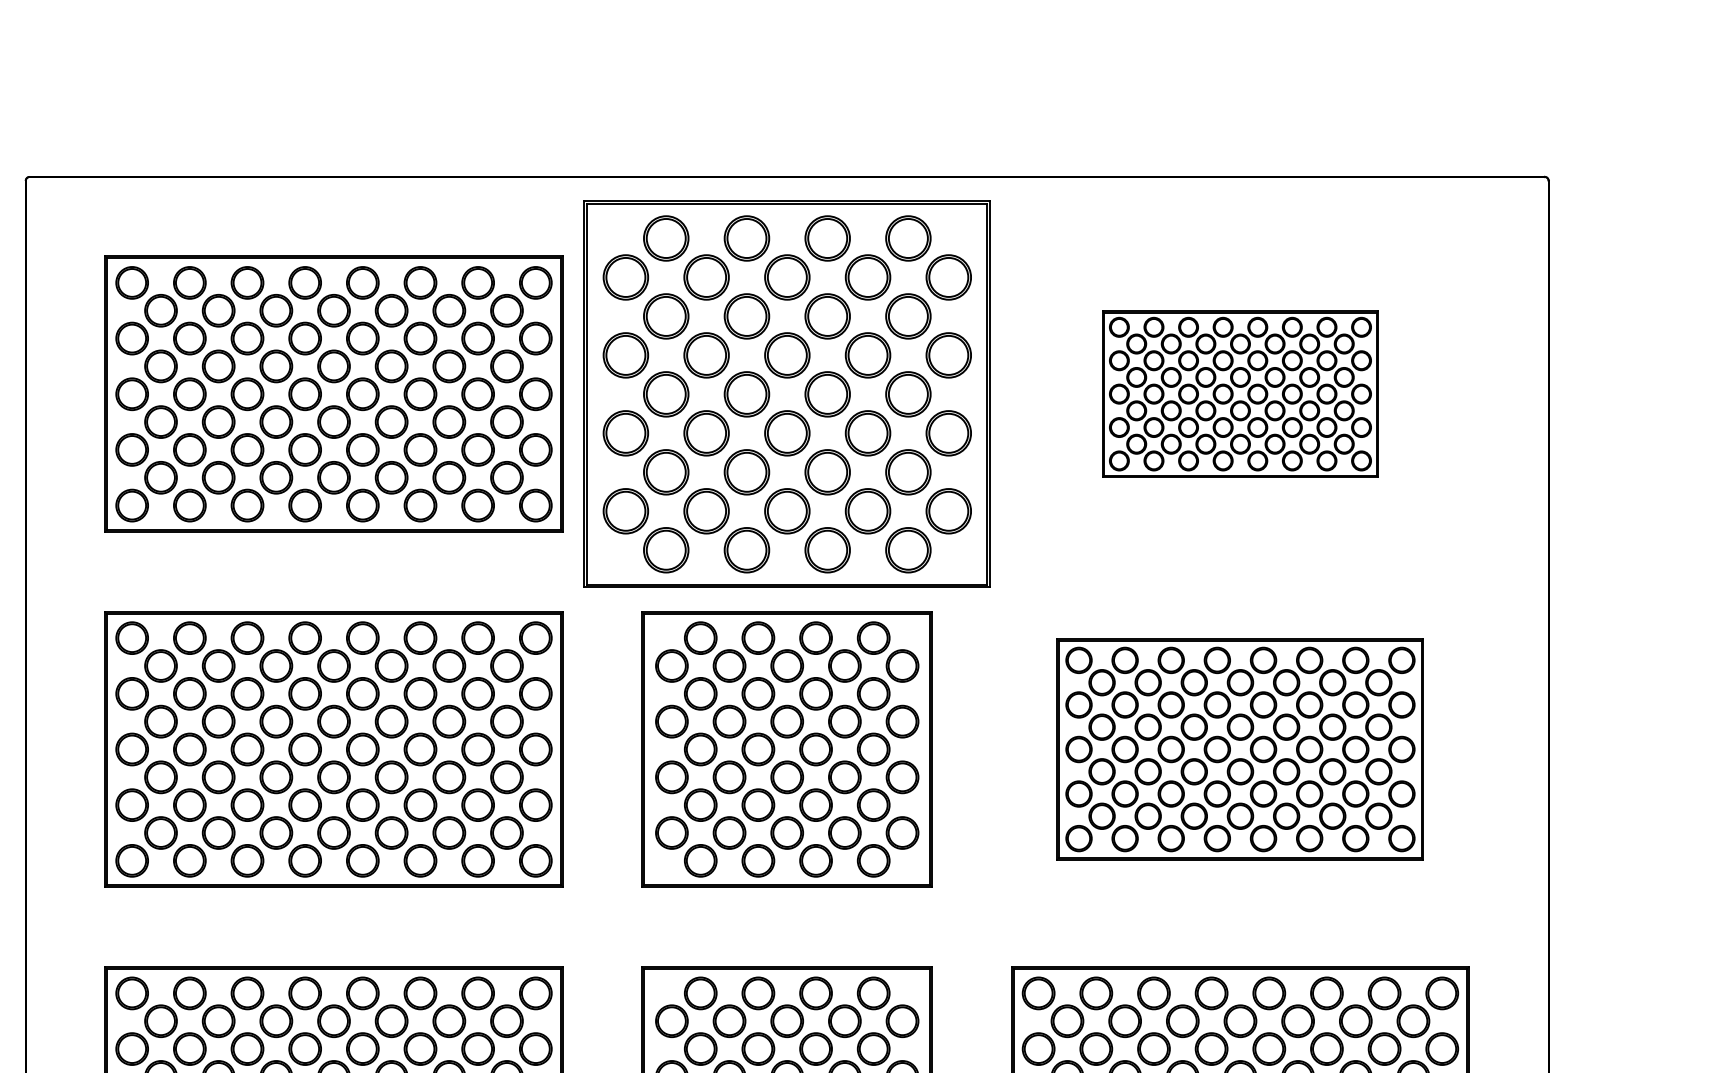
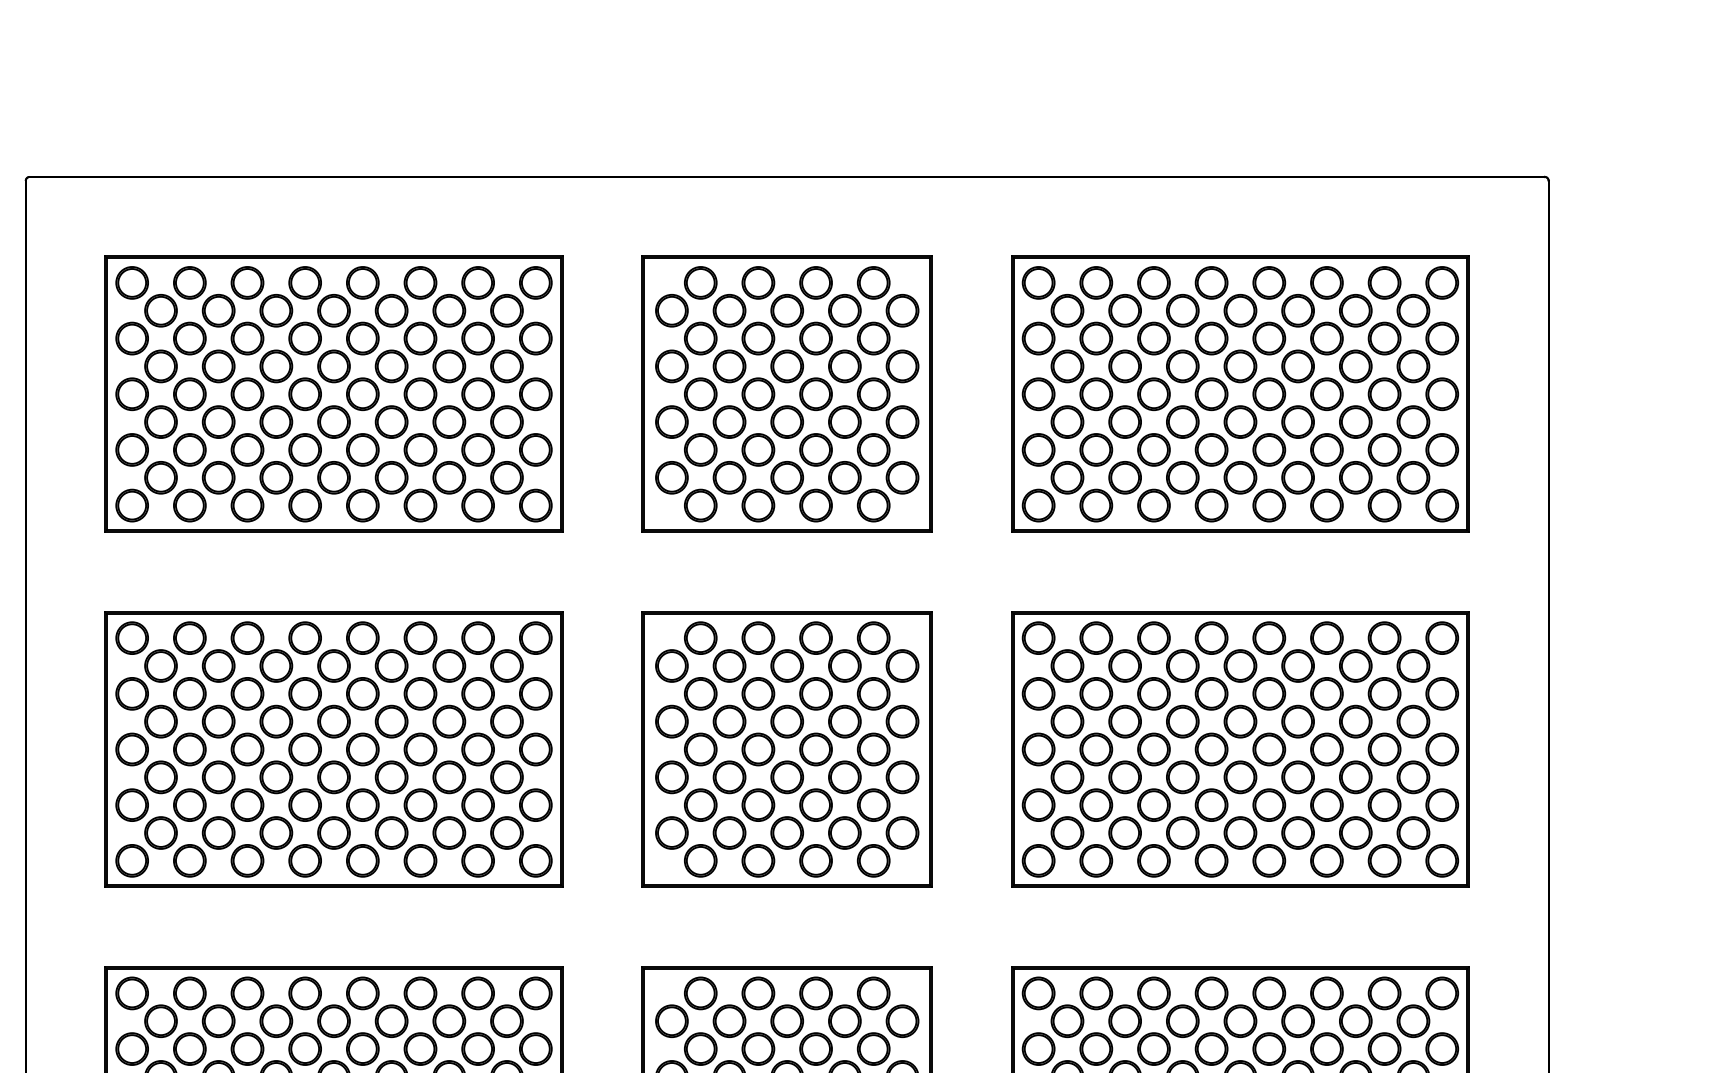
part at (786, 393) size: 408x388 px -> 292x278 px
part at (1240, 393) size: 277x168 px -> 459x278 px
part at (1239, 749) size: 368x223 px -> 459x277 px
